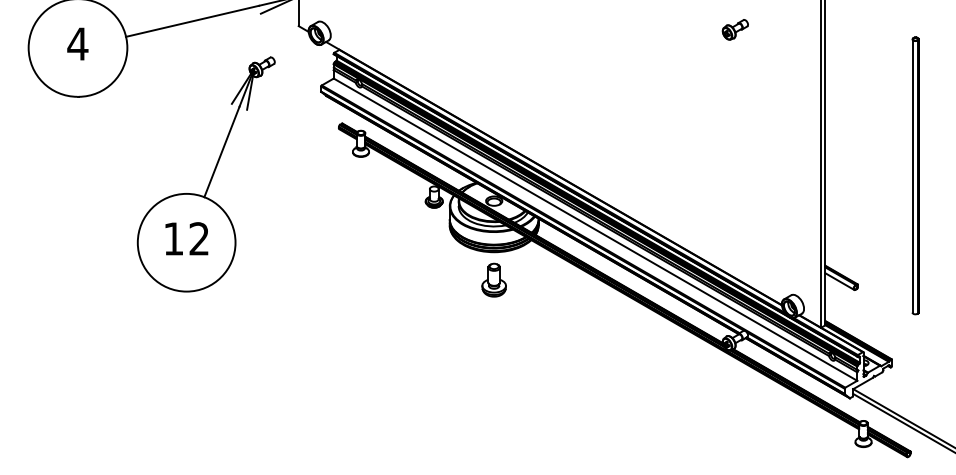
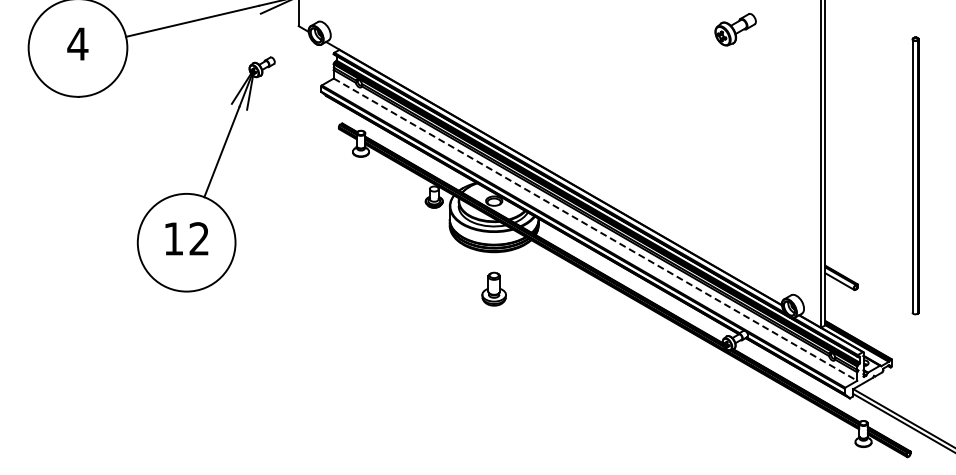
part at (734, 29) size: 28x22 px -> 43x34 px
line at (595, 229): solid -> dashed
part at (493, 279) position: (493, 279) -> (493, 288)
